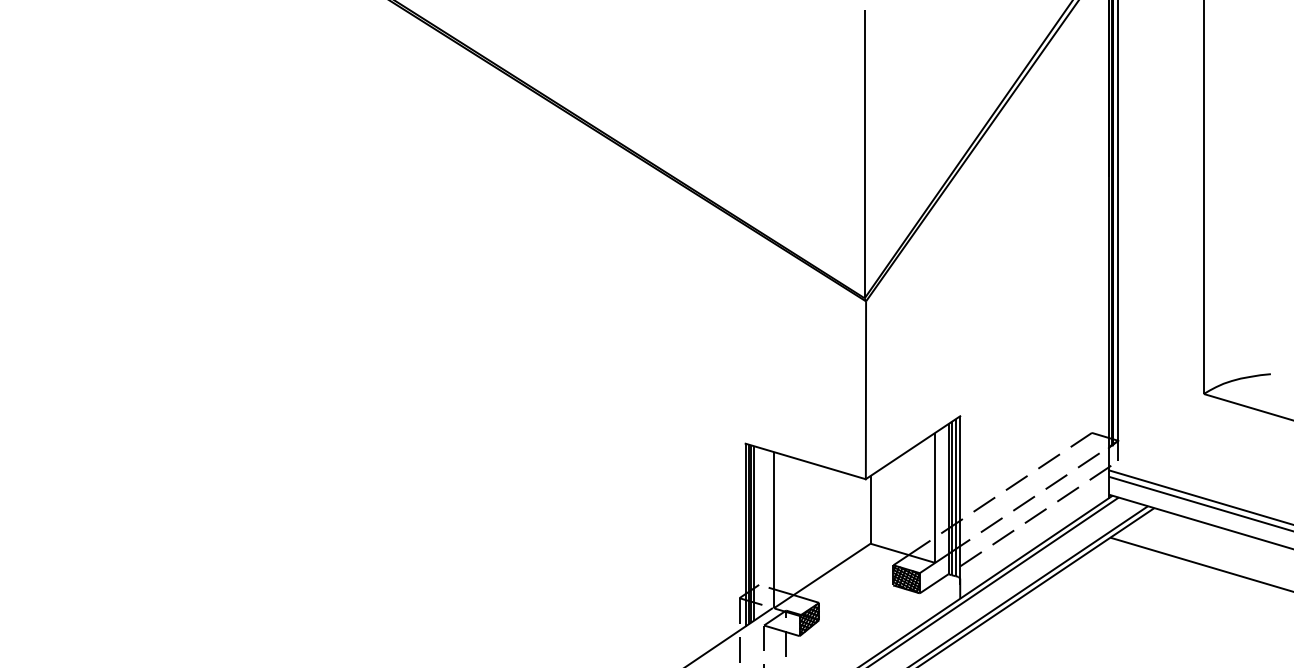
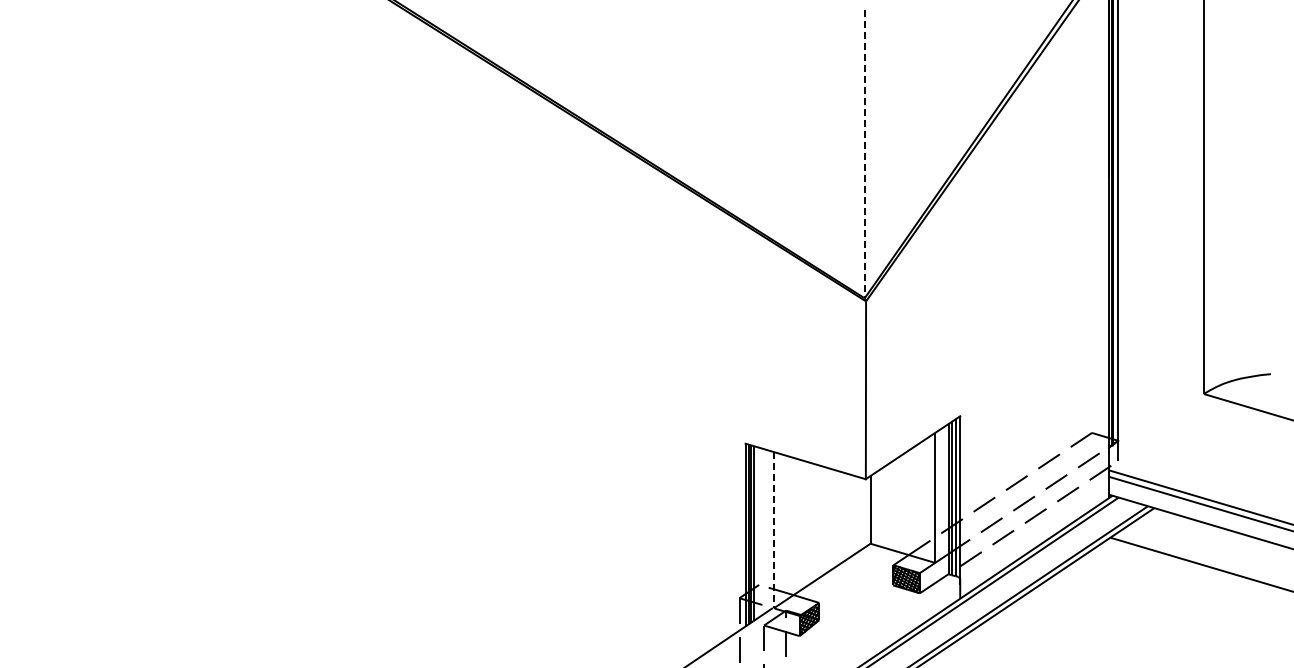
line at (864, 154): solid -> dashed
line at (773, 530): solid -> dashed
